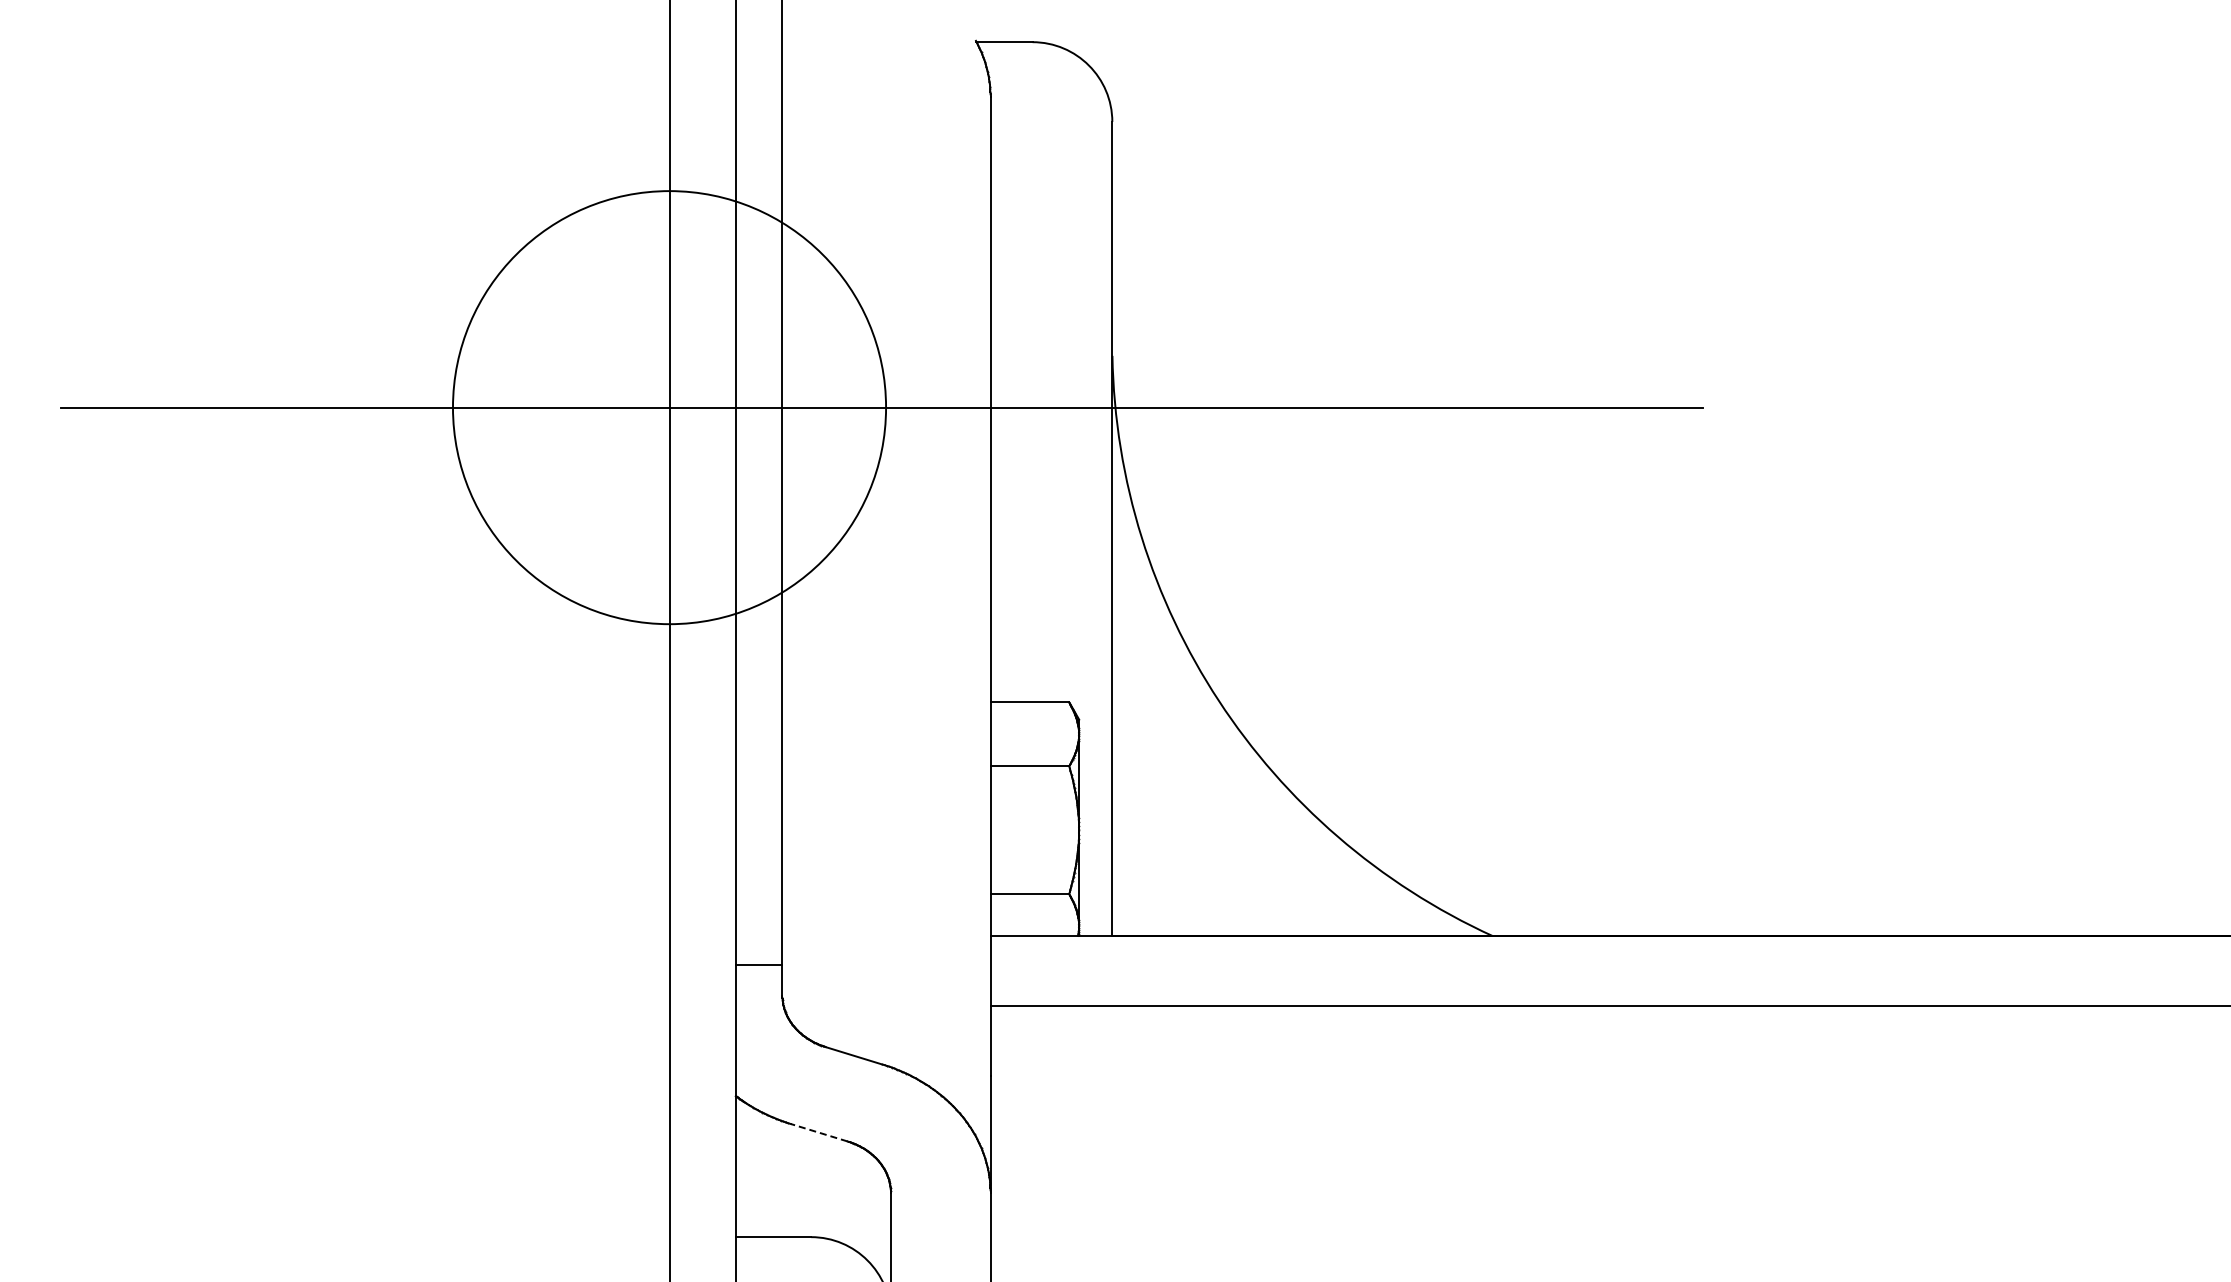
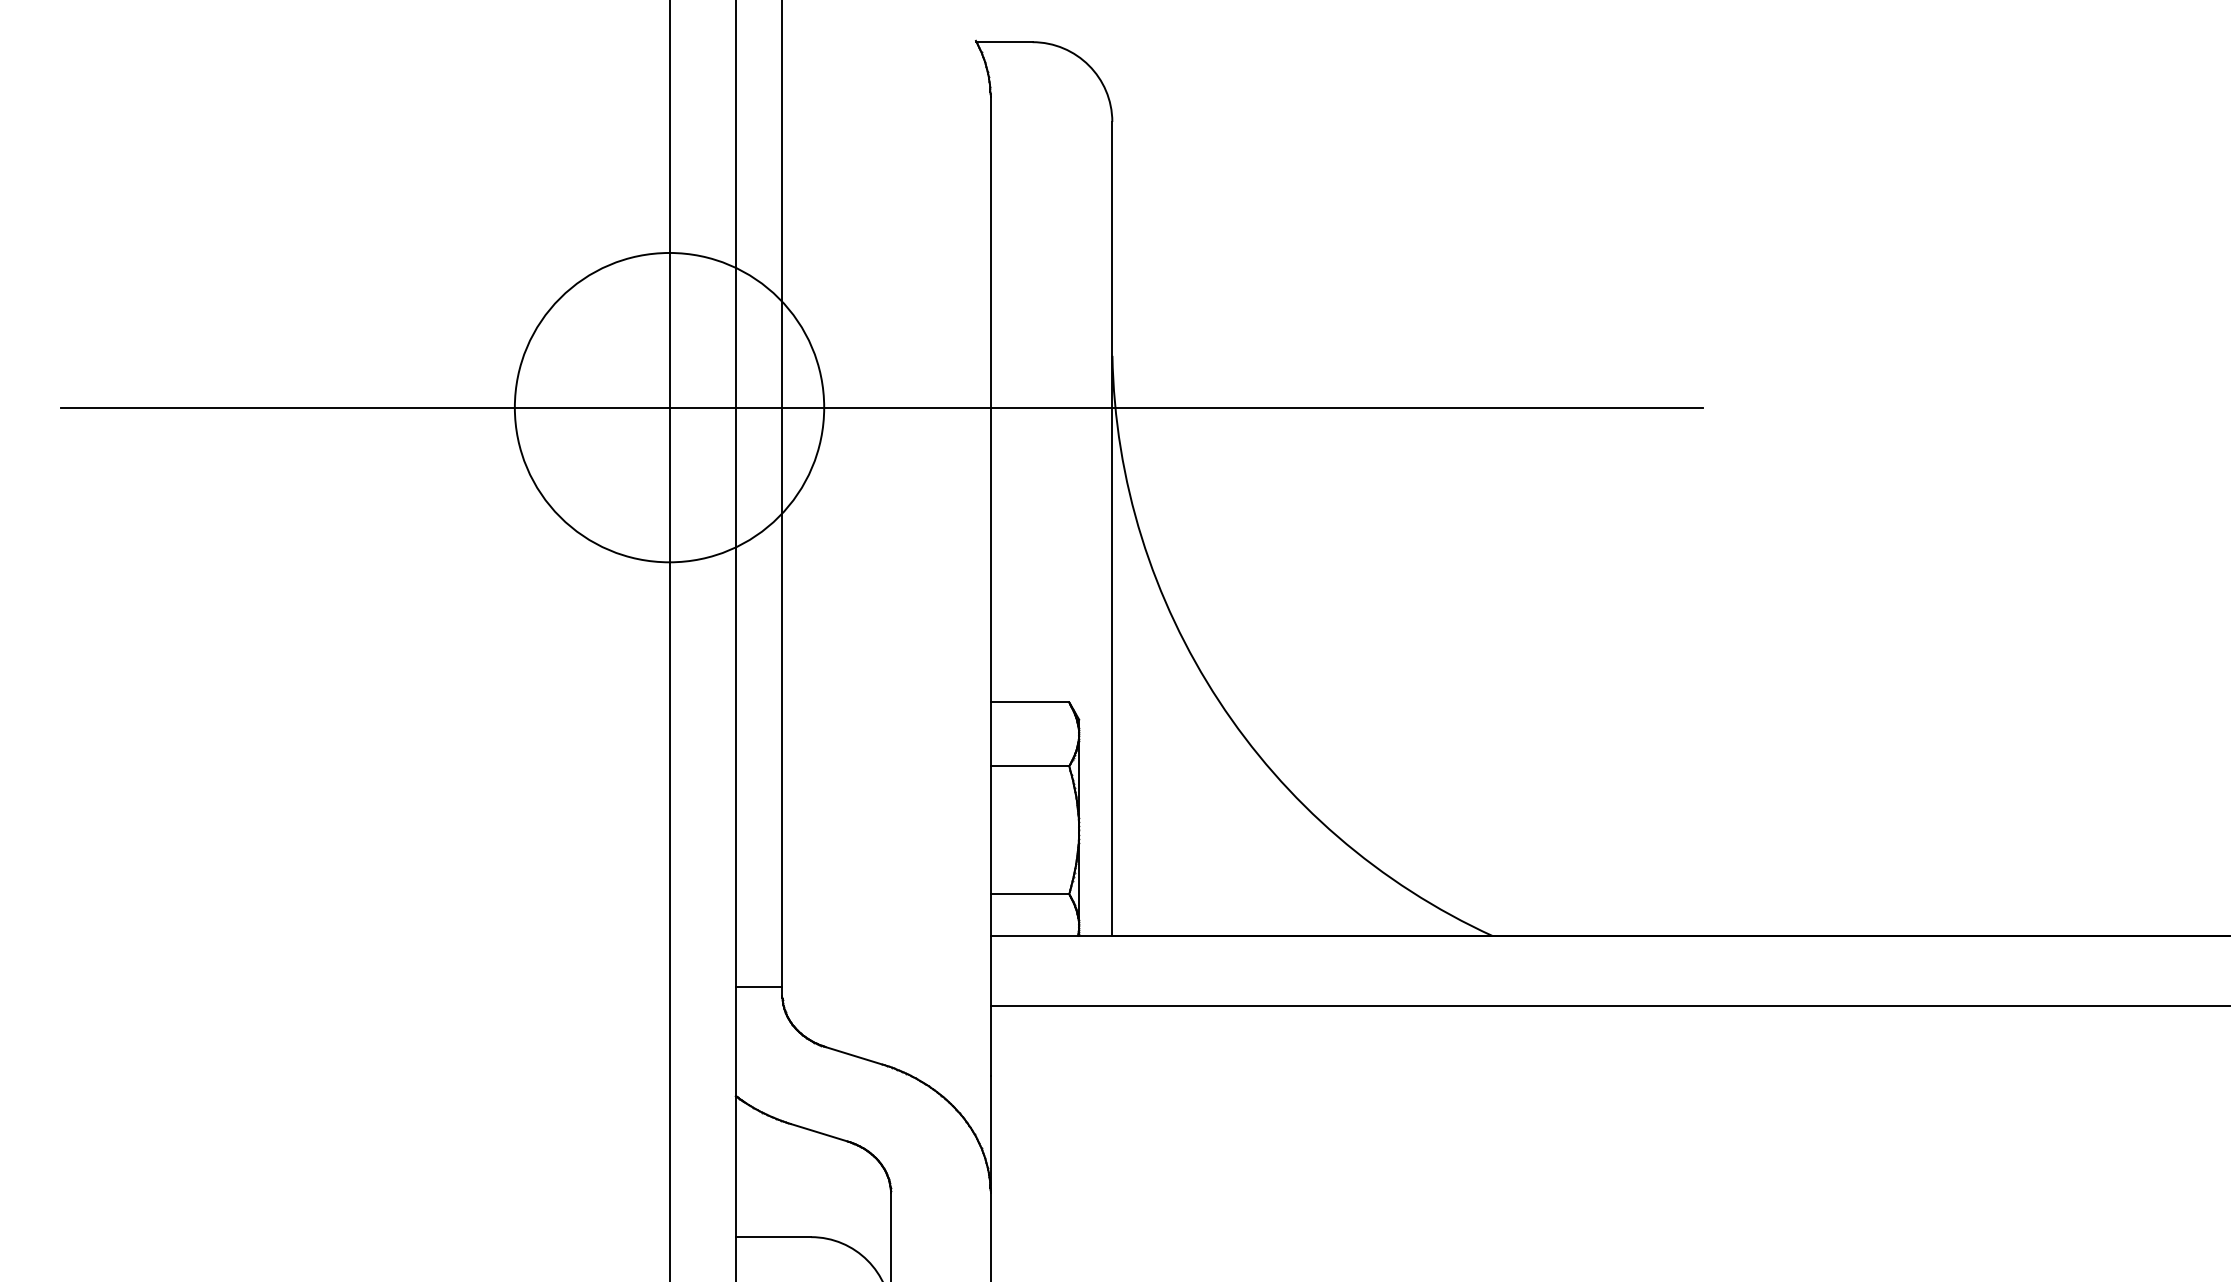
circle at (669, 407) diameter: 433 px -> 309 px
line at (759, 964) position: (759, 964) -> (759, 986)
line at (819, 1132): dashed -> solid
